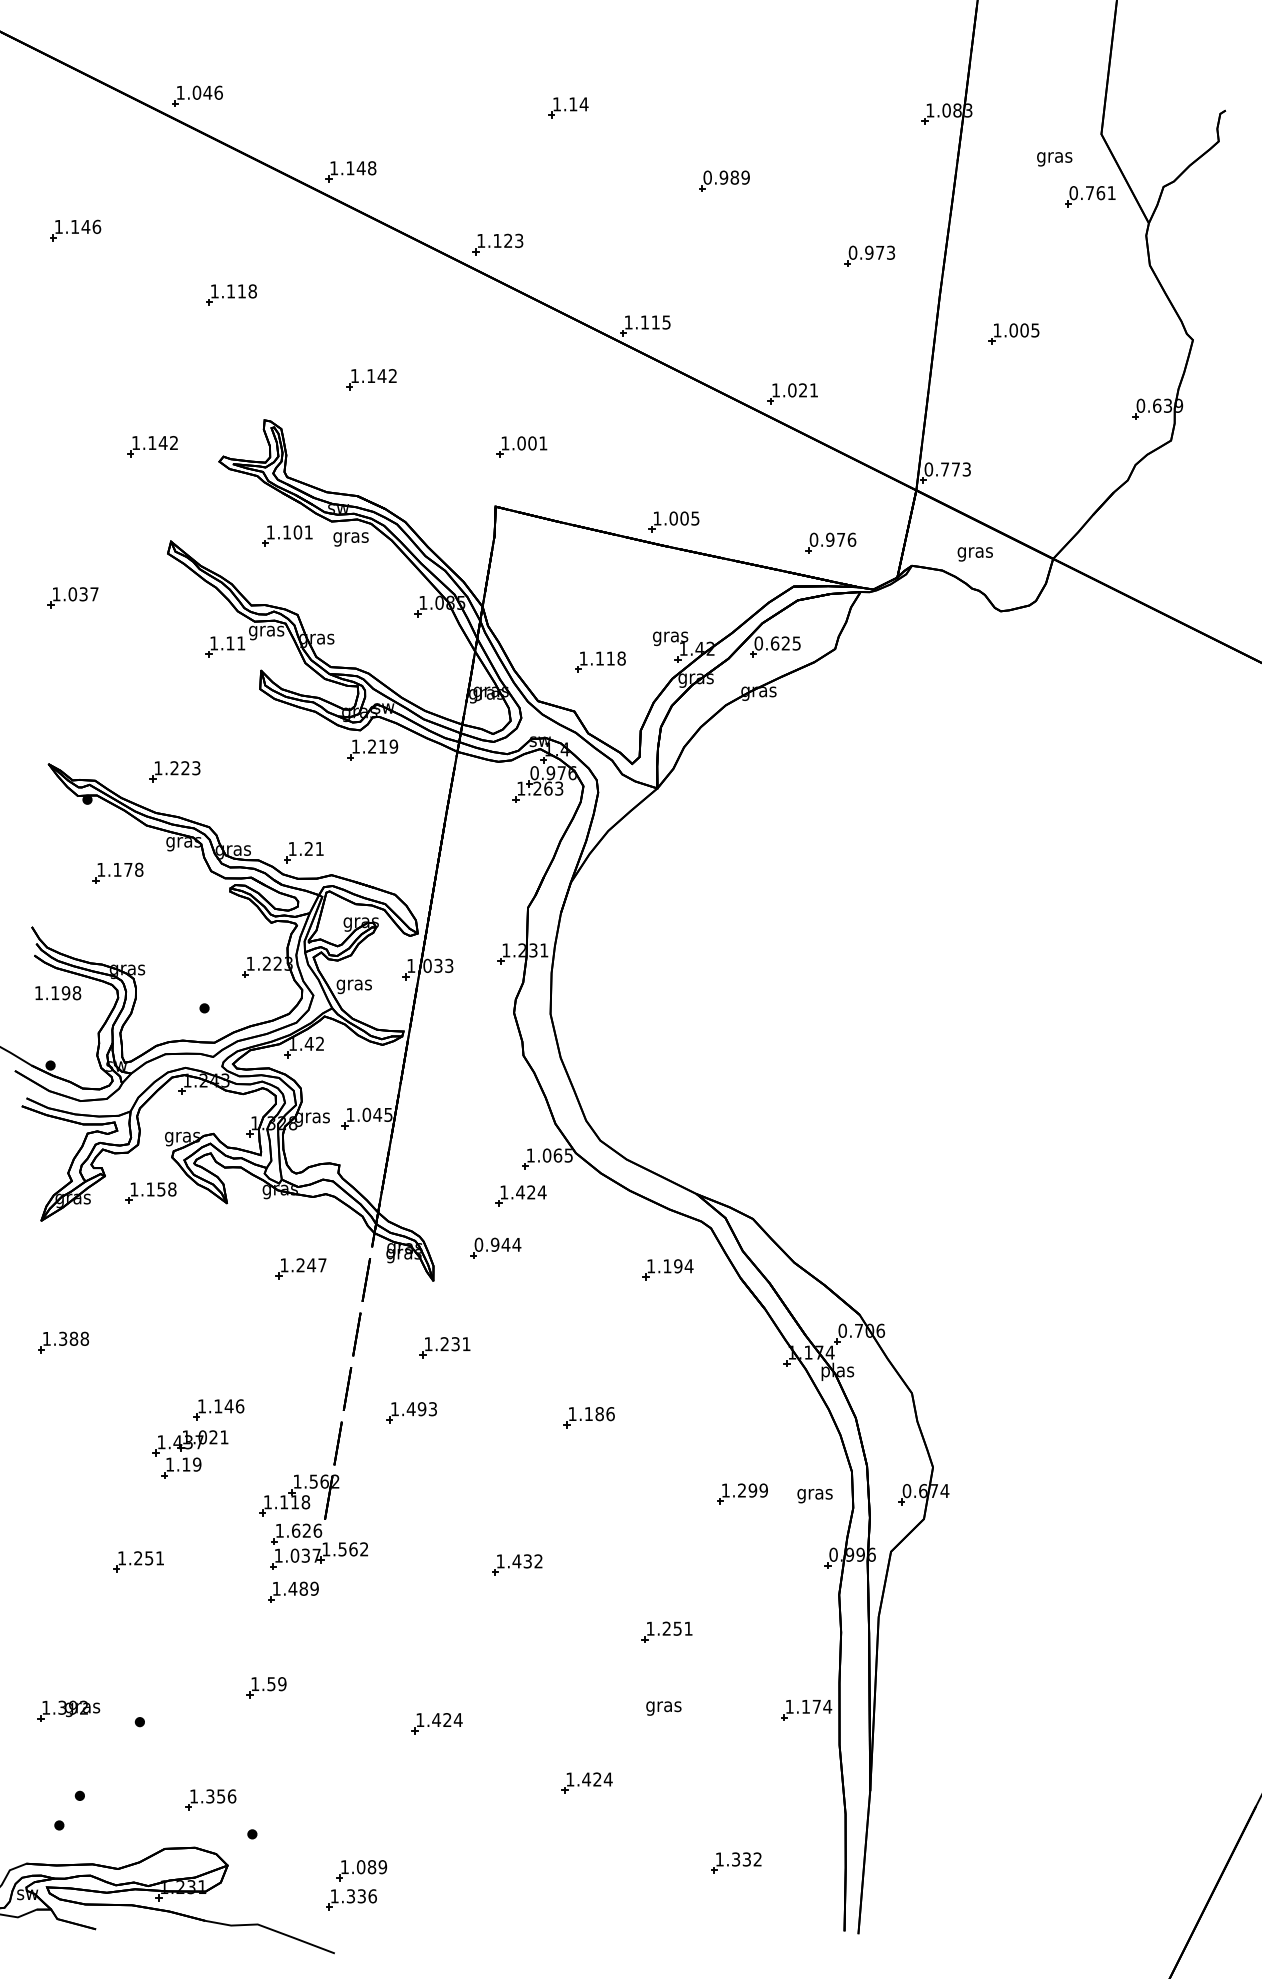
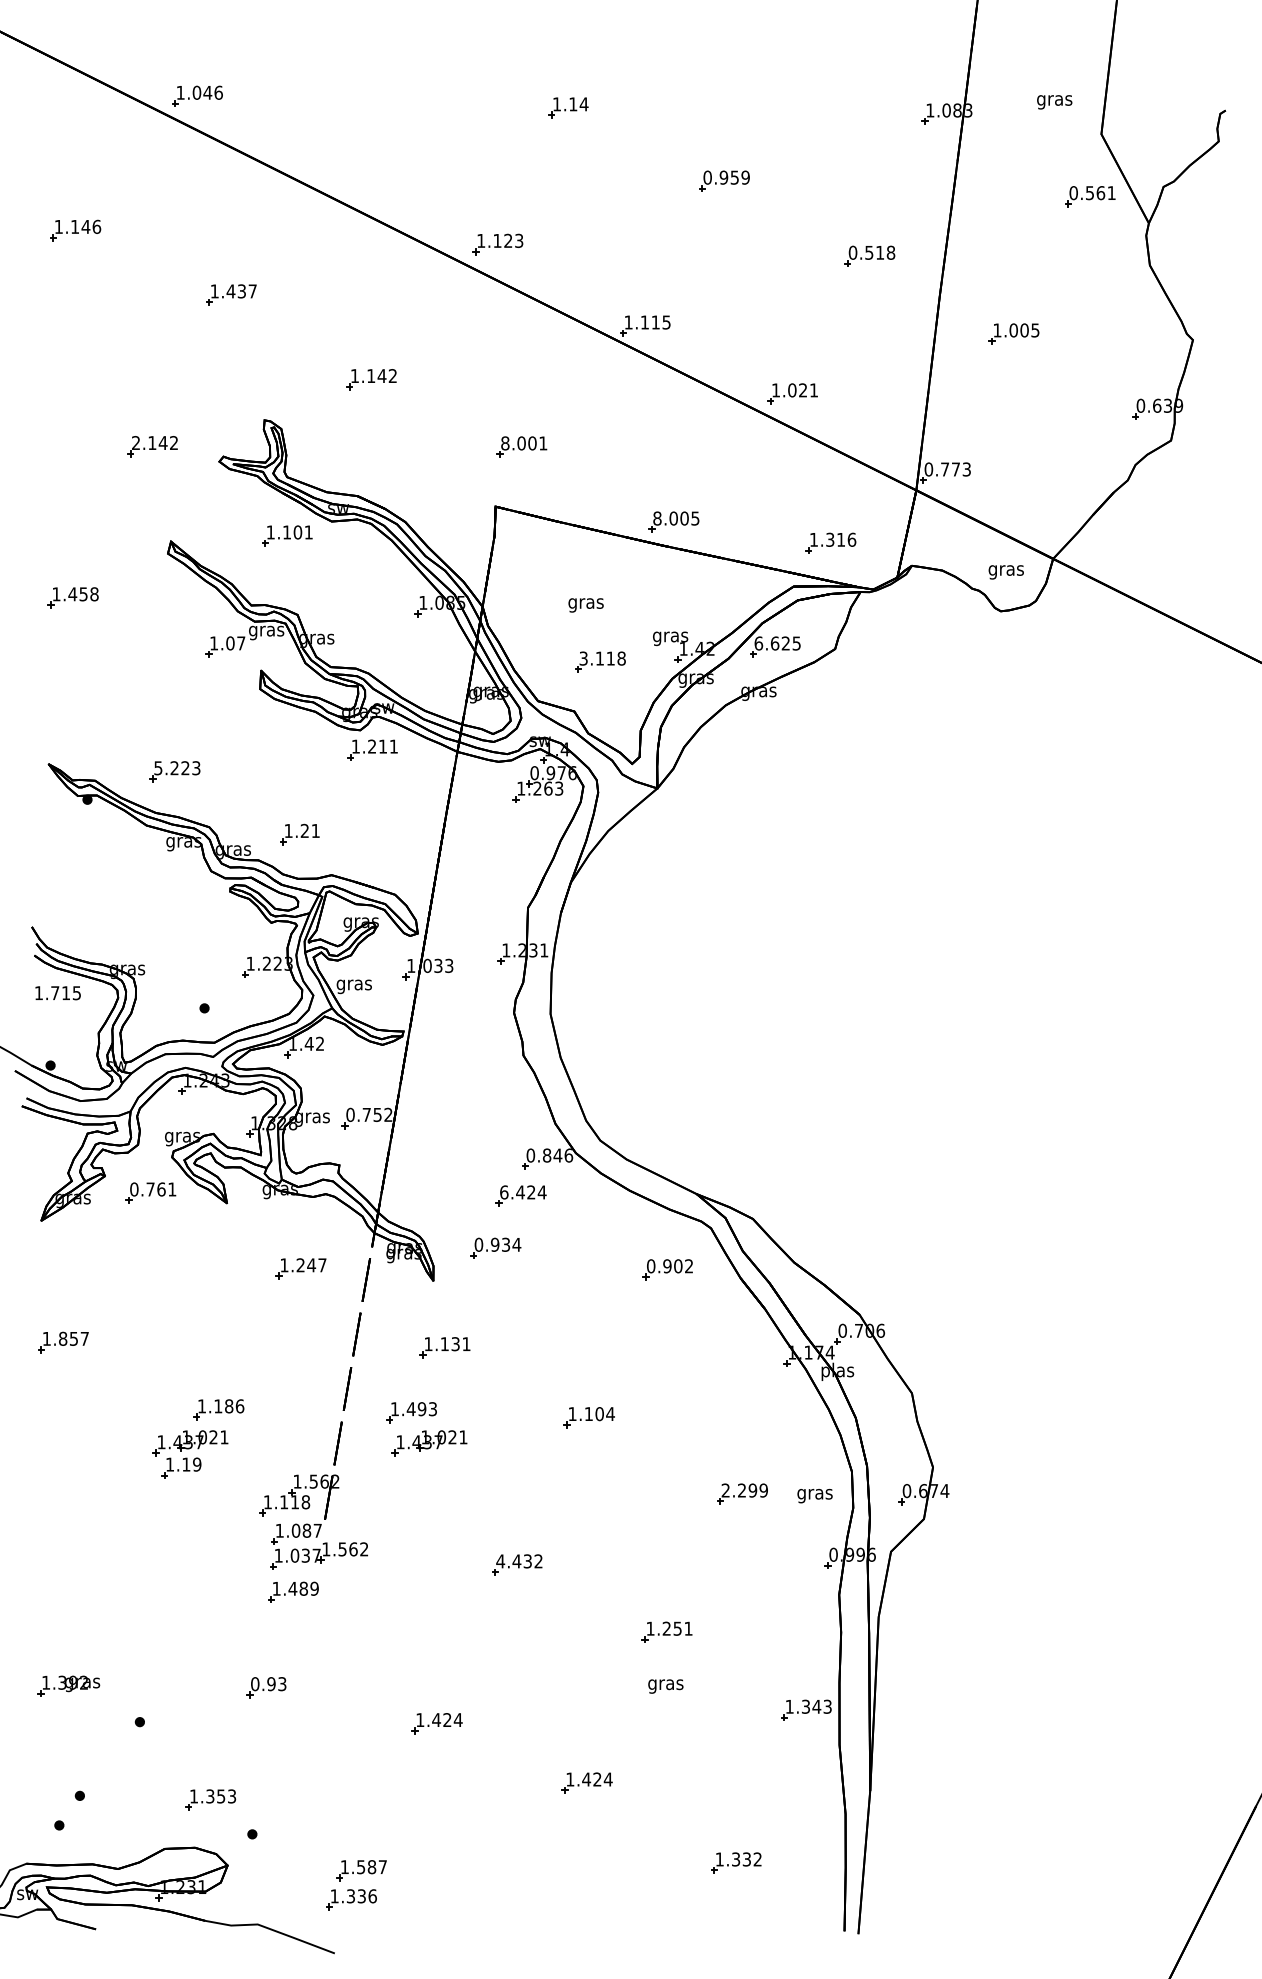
text at (1054, 159) position: (1054, 159) -> (1054, 102)
part at (350, 171): present -> none
text at (734, 177): 0.989 -> 0.959
text at (1089, 193): 0.761 -> 0.561
text at (880, 252): 0.973 -> 0.518
text at (241, 291): 1.118 -> 1.437
text at (135, 442): 1.142 -> 2.142
text at (505, 443): 1.001 -> 8.001
text at (657, 518): 1.005 -> 8.005
text at (350, 539) position: (350, 539) -> (585, 605)
text at (827, 539): 0.976 -> 1.316
text at (974, 554) position: (974, 554) -> (1005, 572)
text at (83, 594): 1.037 -> 1.458
text at (235, 643): 1.11 -> 1.07
text at (758, 643): 0.625 -> 6.625
text at (583, 658): 1.118 -> 3.118
text at (393, 746): 1.219 -> 1.211
text at (158, 768): 1.223 -> 5.223
part at (303, 852) position: (303, 852) -> (299, 834)
part at (117, 872): present -> none
text at (66, 993): 1.198 -> 1.715
text at (369, 1114): 1.045 -> 0.752
text at (549, 1155): 1.065 -> 0.846
text at (153, 1189): 1.158 -> 0.761
text at (504, 1192): 1.424 -> 6.424
text at (505, 1244): 0.944 -> 0.934
text at (670, 1266): 1.194 -> 0.902
text at (74, 1338): 1.388 -> 1.857
text at (444, 1343): 1.231 -> 1.131
text at (228, 1406): 1.146 -> 1.186
text at (604, 1414): 1.186 -> 1.104
part at (429, 1443): none -> present
text at (725, 1490): 1.299 -> 2.299
text at (307, 1530): 1.626 -> 1.087
part at (138, 1561): present -> none
text at (500, 1561): 1.432 -> 4.432
text at (268, 1684): 1.59 -> 0.93
text at (816, 1706): 1.174 -> 1.343
text at (663, 1708) position: (663, 1708) -> (665, 1686)
part at (68, 1710) position: (68, 1710) -> (68, 1685)
text at (231, 1796): 1.356 -> 1.353
text at (372, 1867): 1.089 -> 1.587
